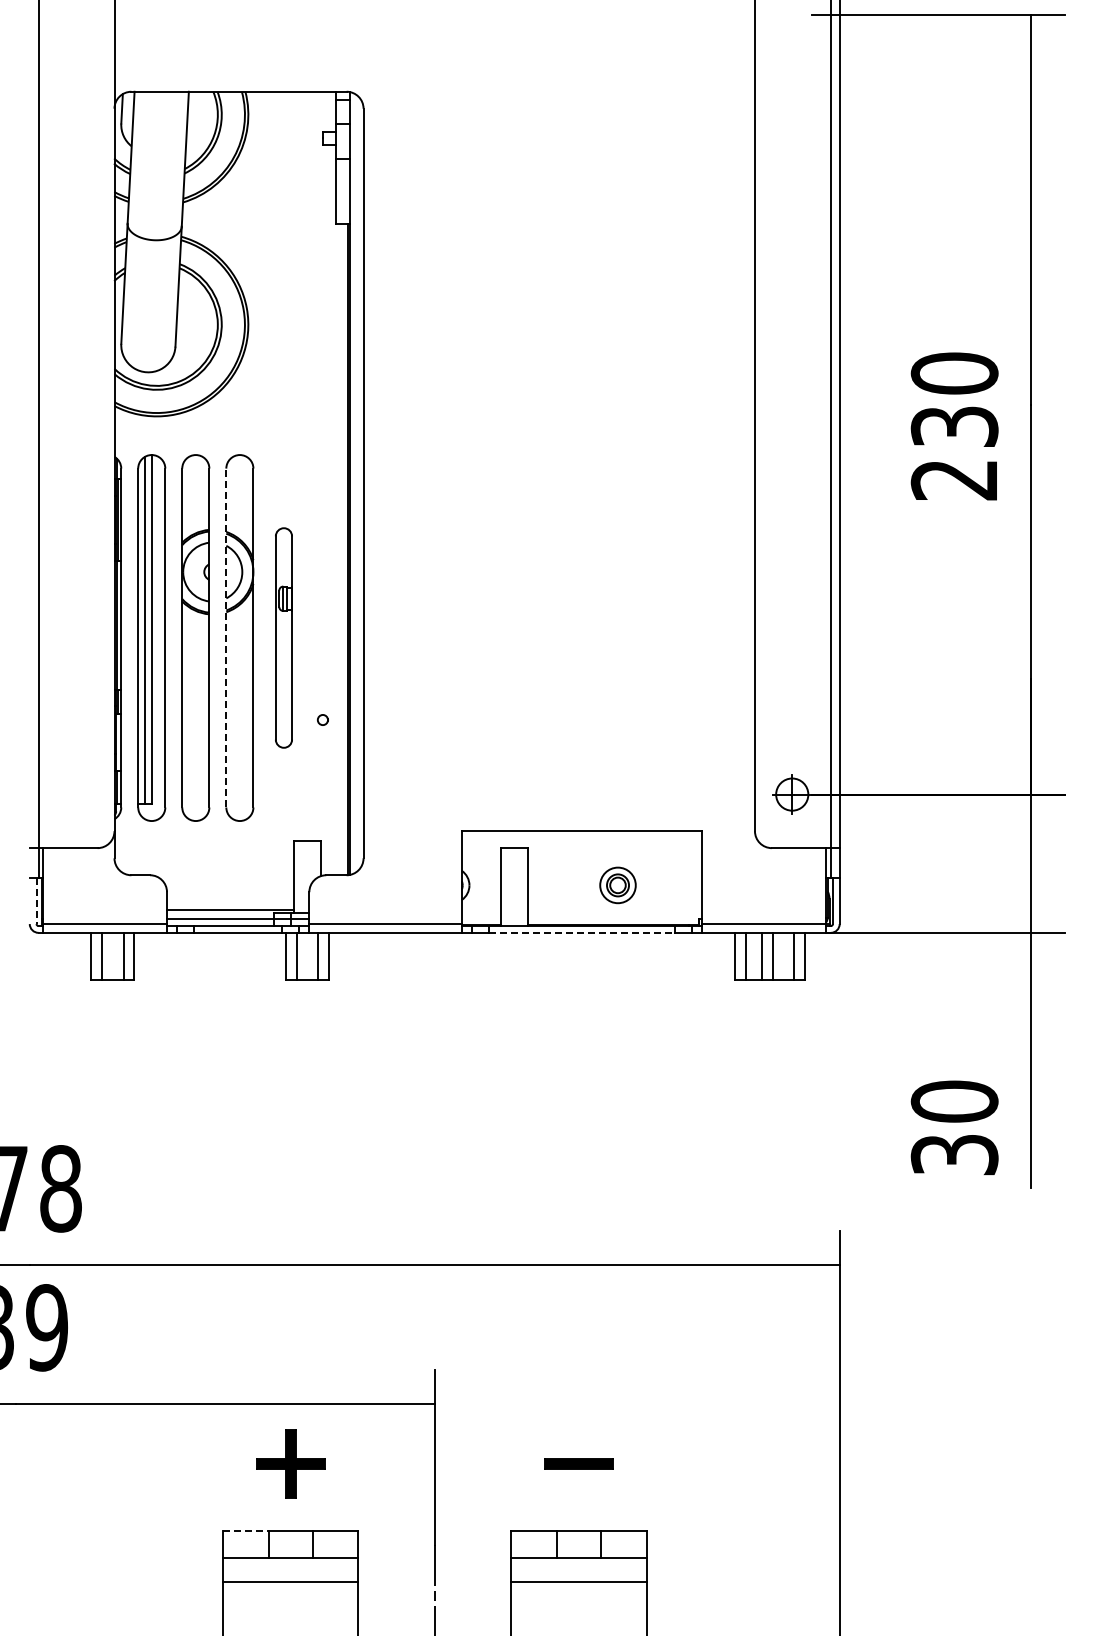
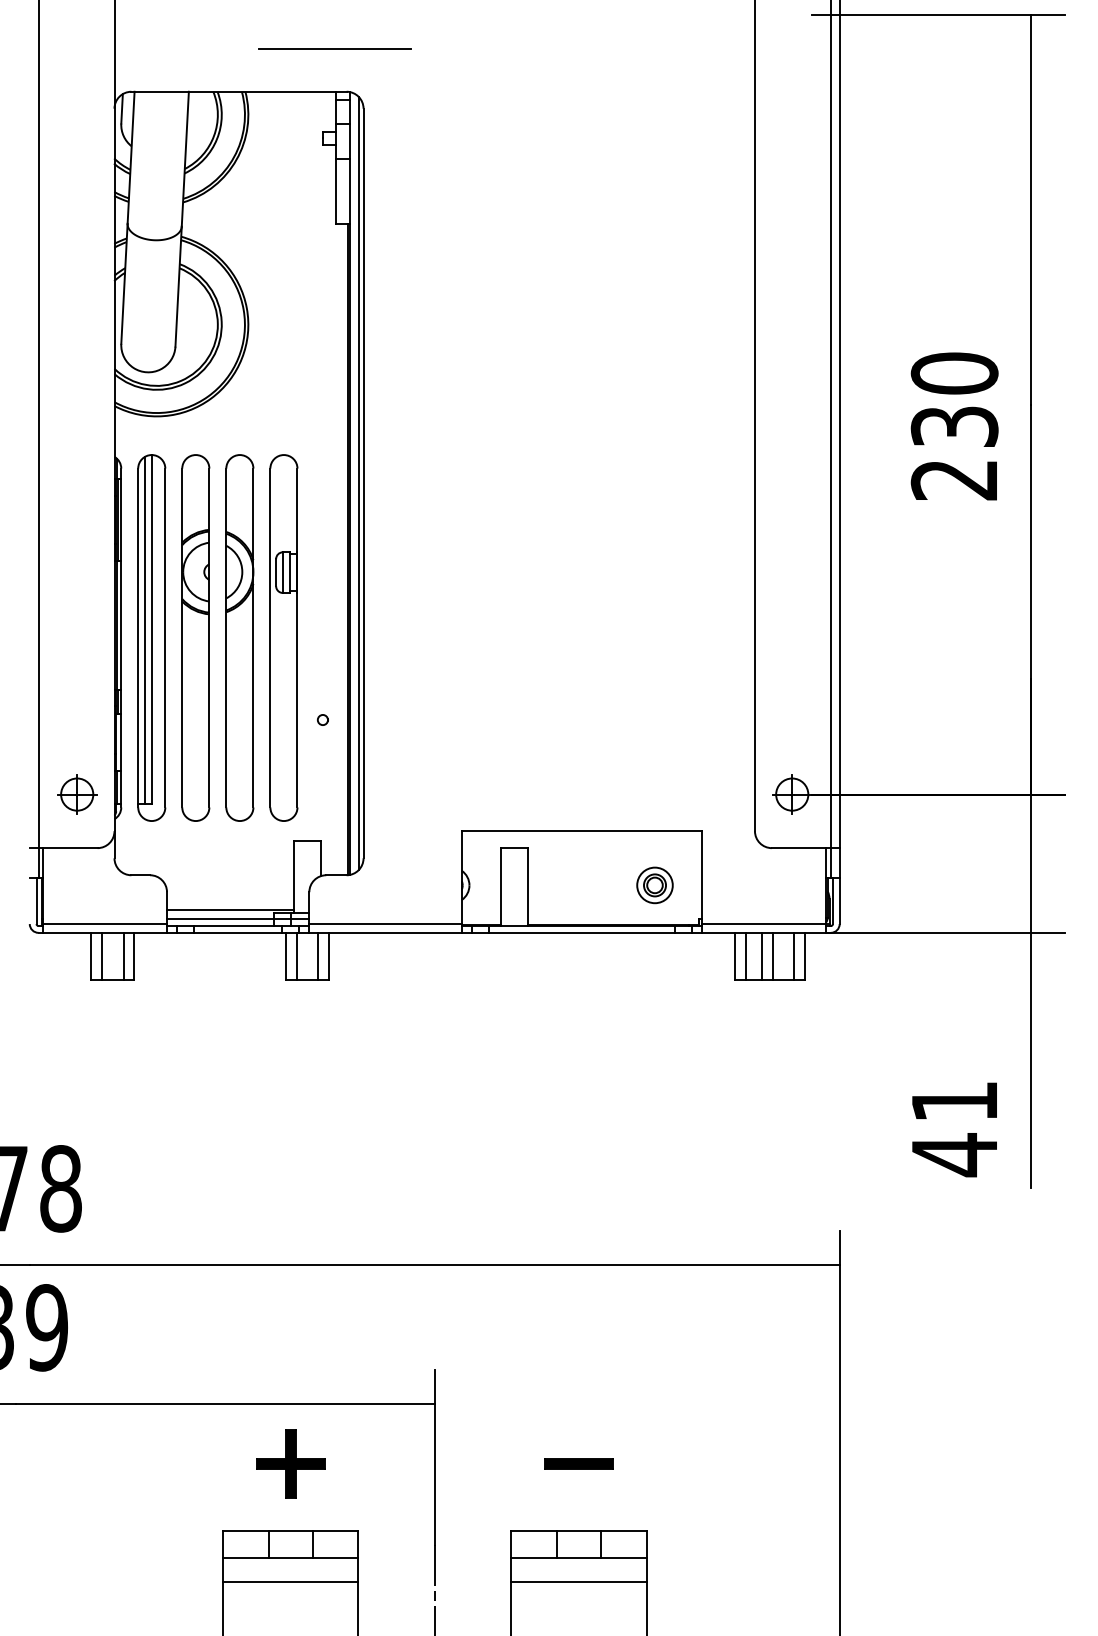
line at (334, 49): none -> present
line at (358, 483): none -> present
line at (226, 637): dashed -> solid
part at (283, 637) size: 18x222 px -> 30x368 px
part at (77, 794): none -> present
part at (617, 885) position: (617, 885) -> (654, 885)
line at (36, 901): dashed -> solid
line at (582, 932): dashed -> solid
text at (954, 1128): 30 -> 41
line at (245, 1531): dashed -> solid
